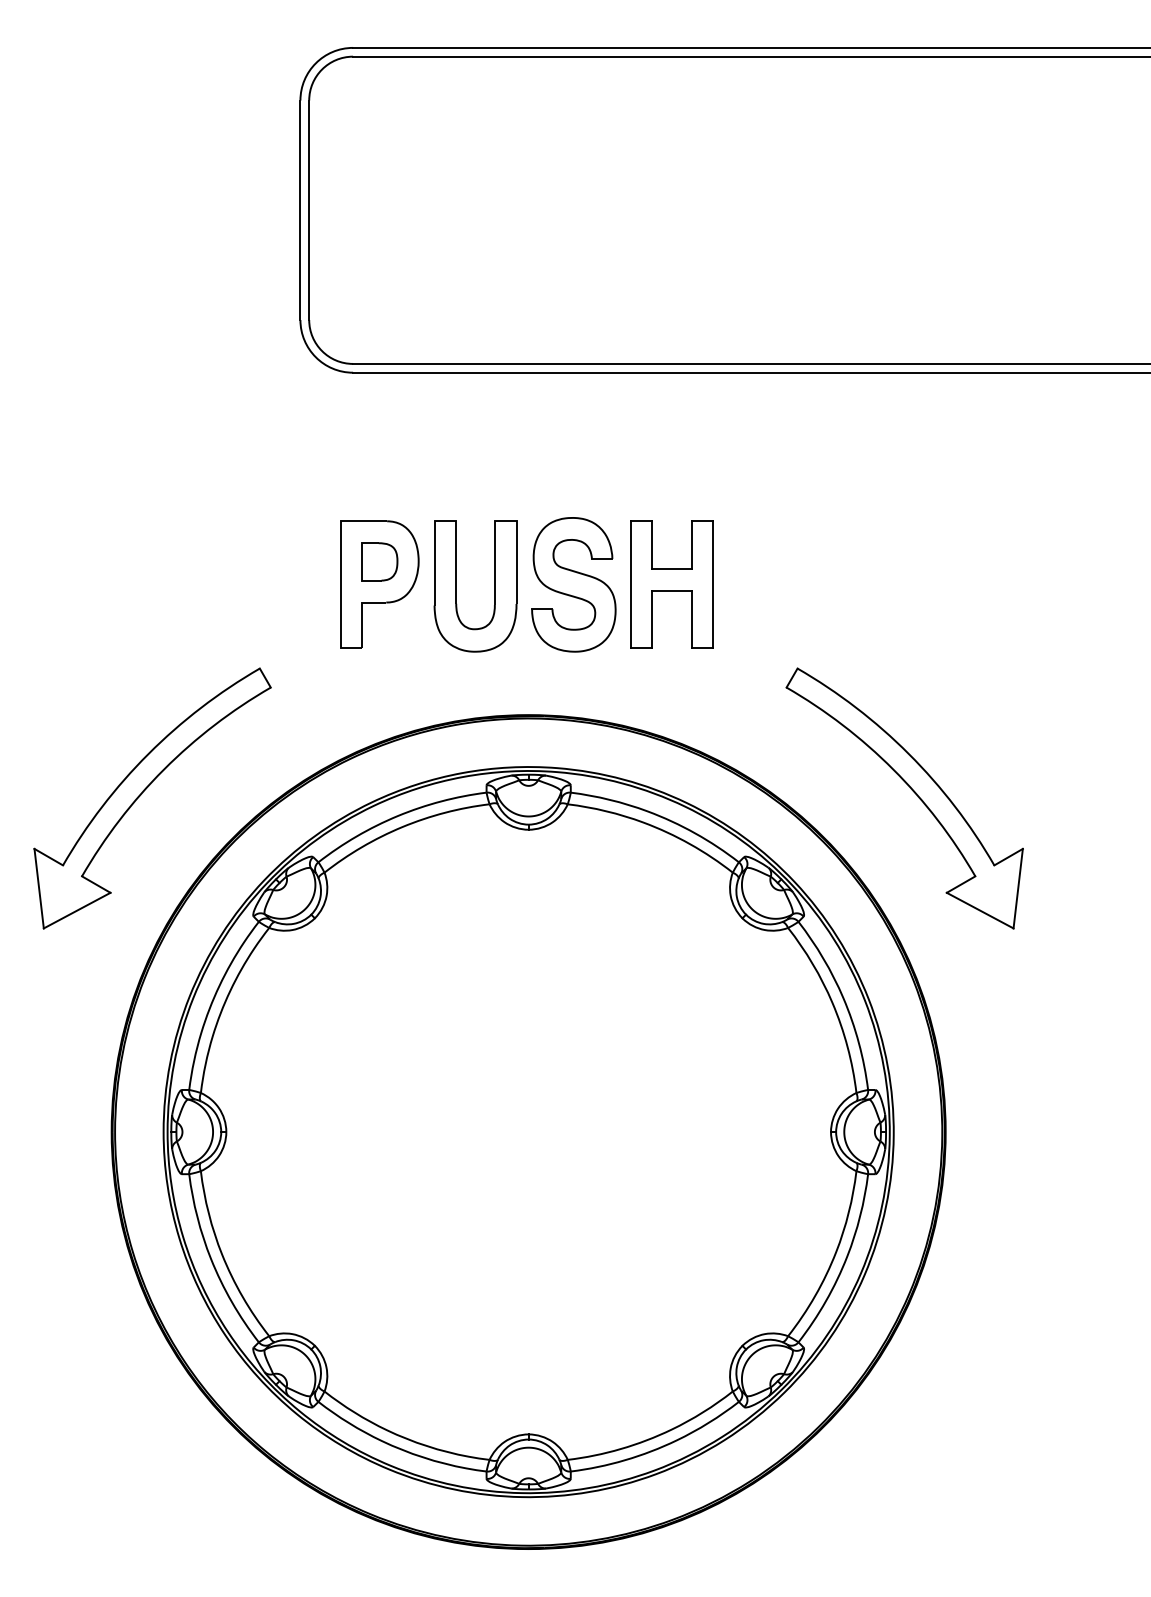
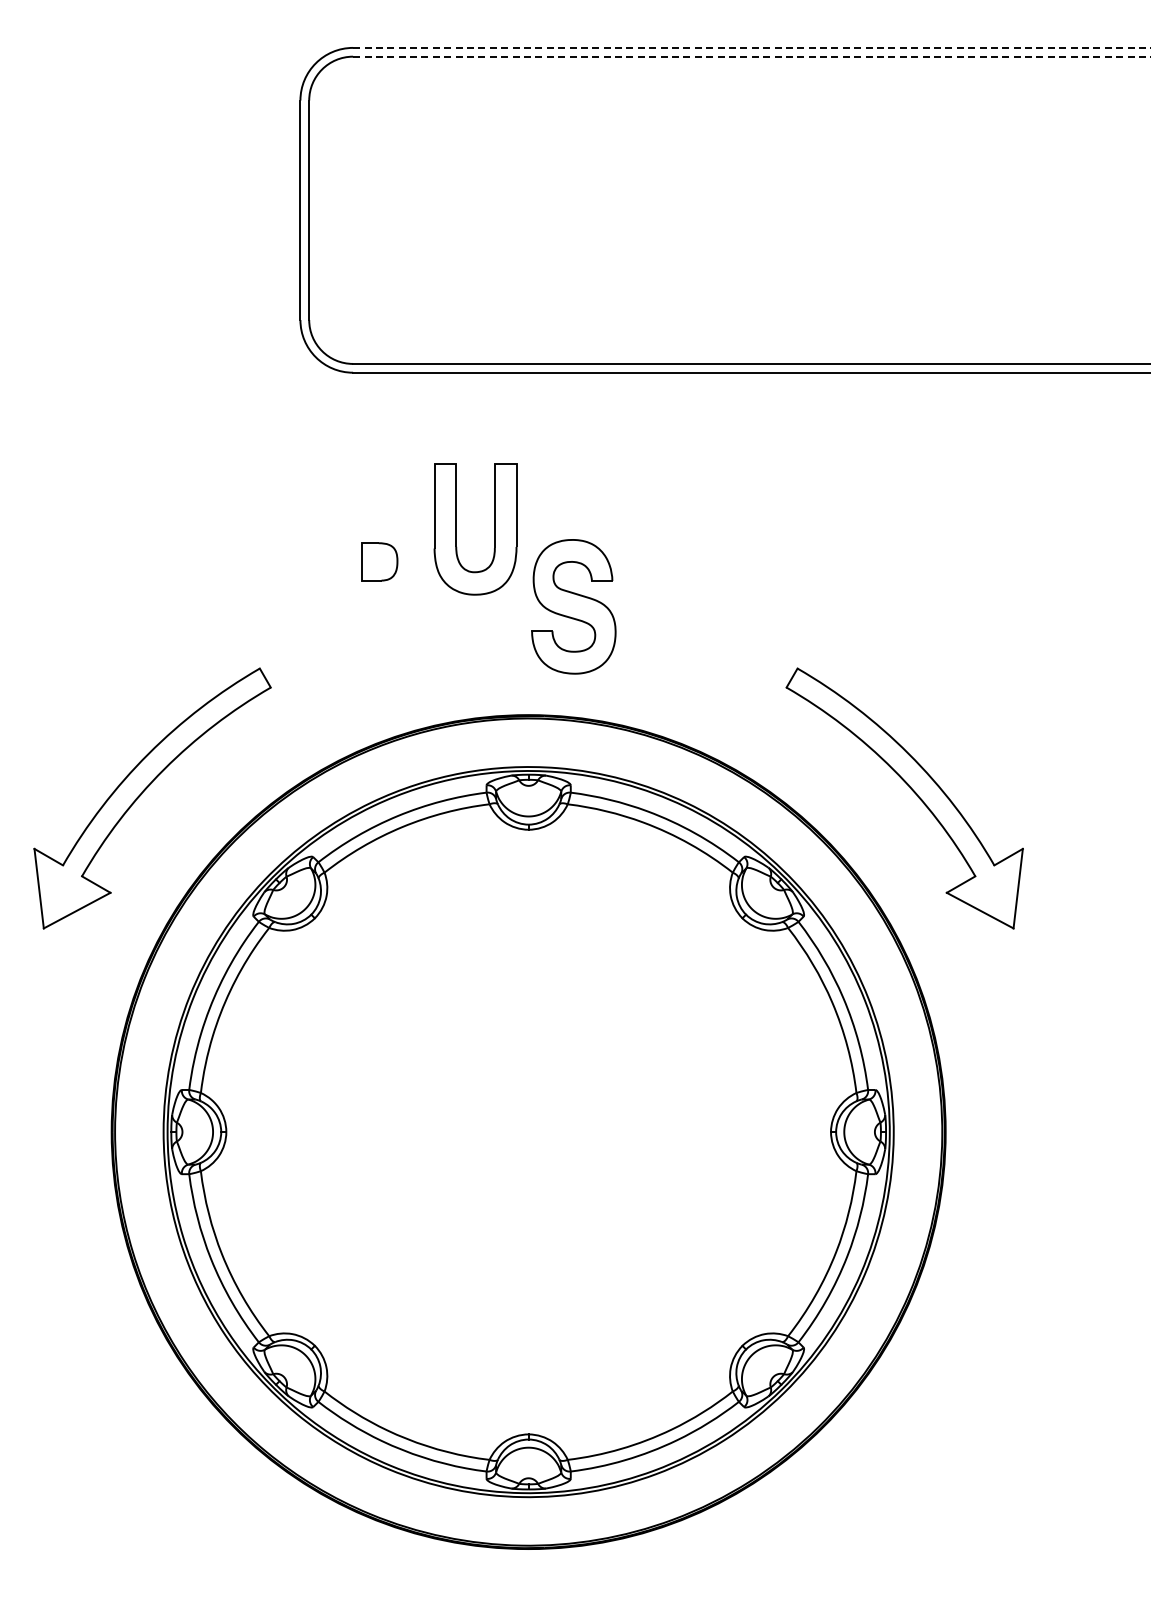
line at (752, 47): solid -> dashed
line at (752, 56): solid -> dashed
part at (379, 584): present -> none
part at (573, 584) position: (573, 584) -> (573, 606)
part at (671, 584): present -> none
part at (456, 586) position: (456, 586) -> (456, 529)
